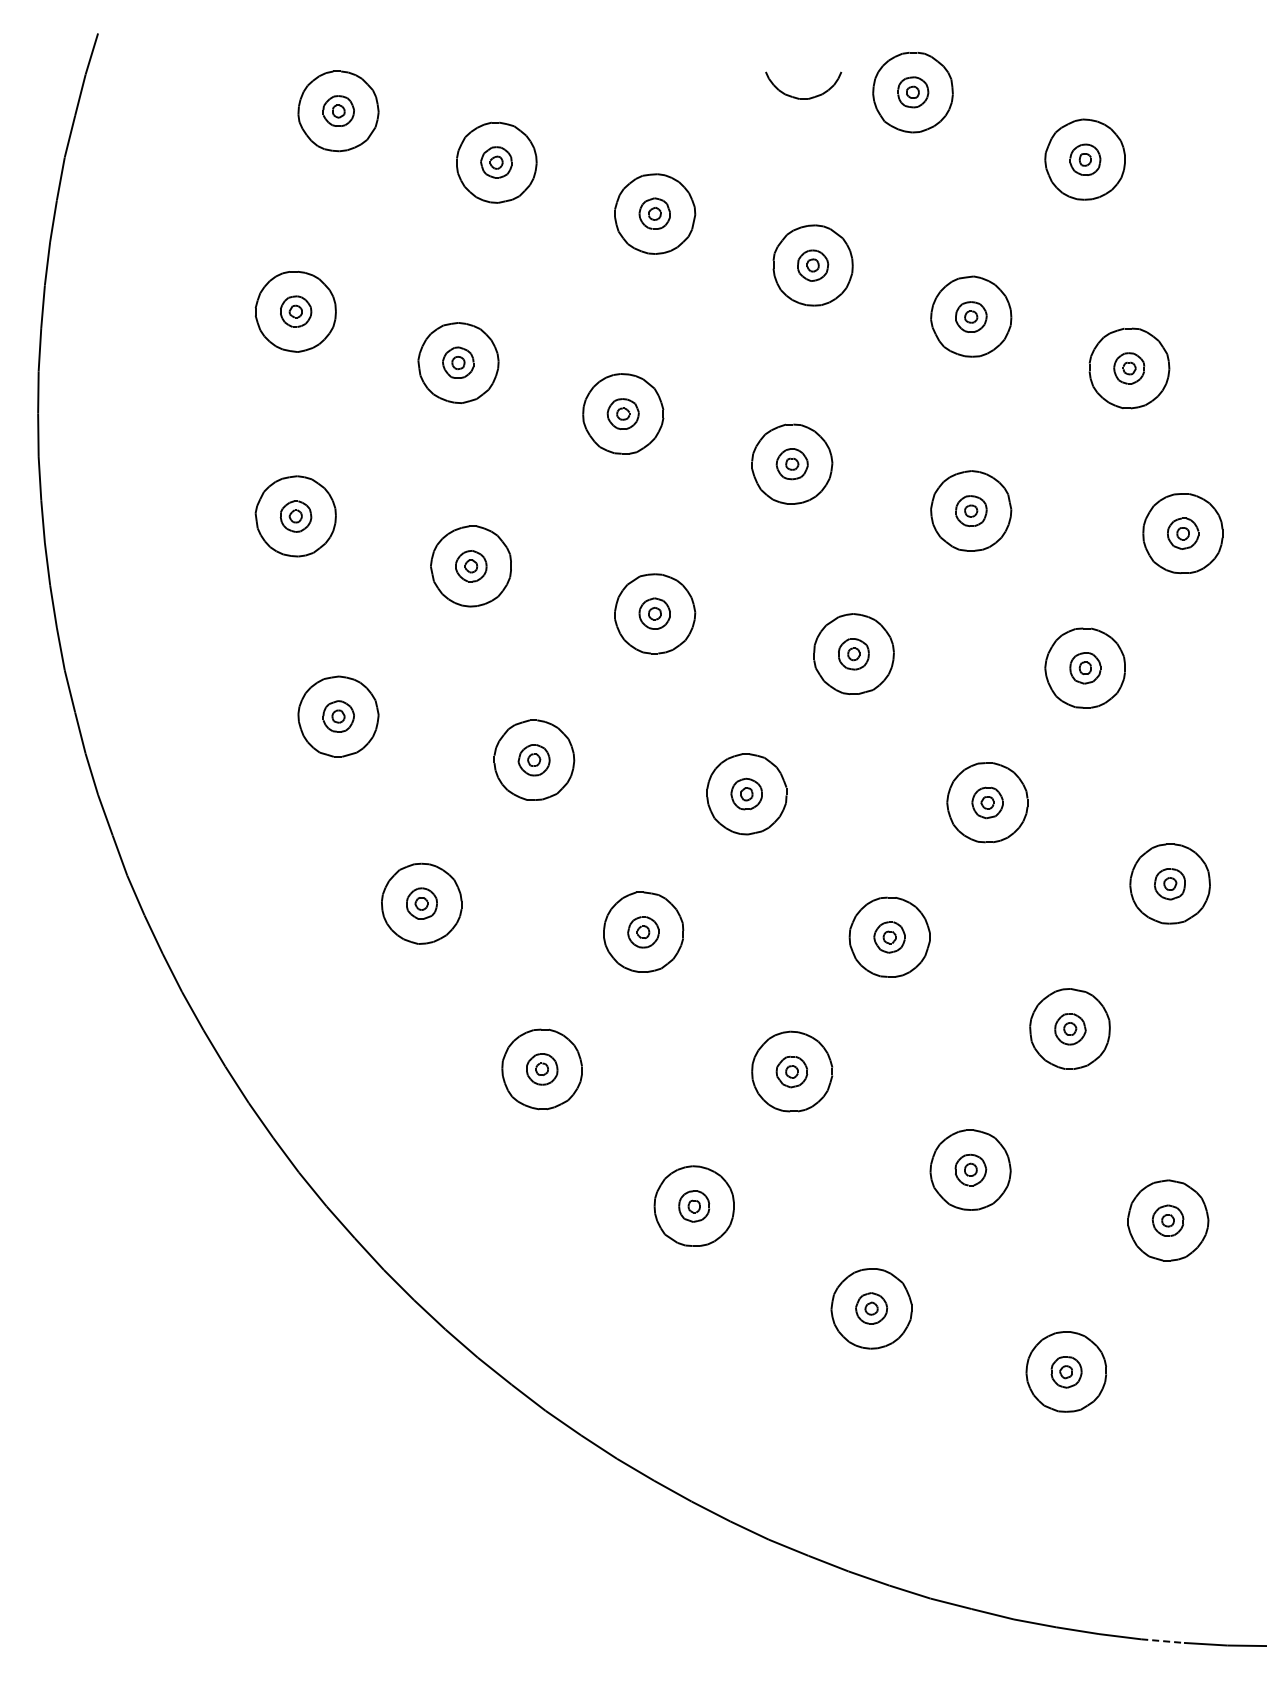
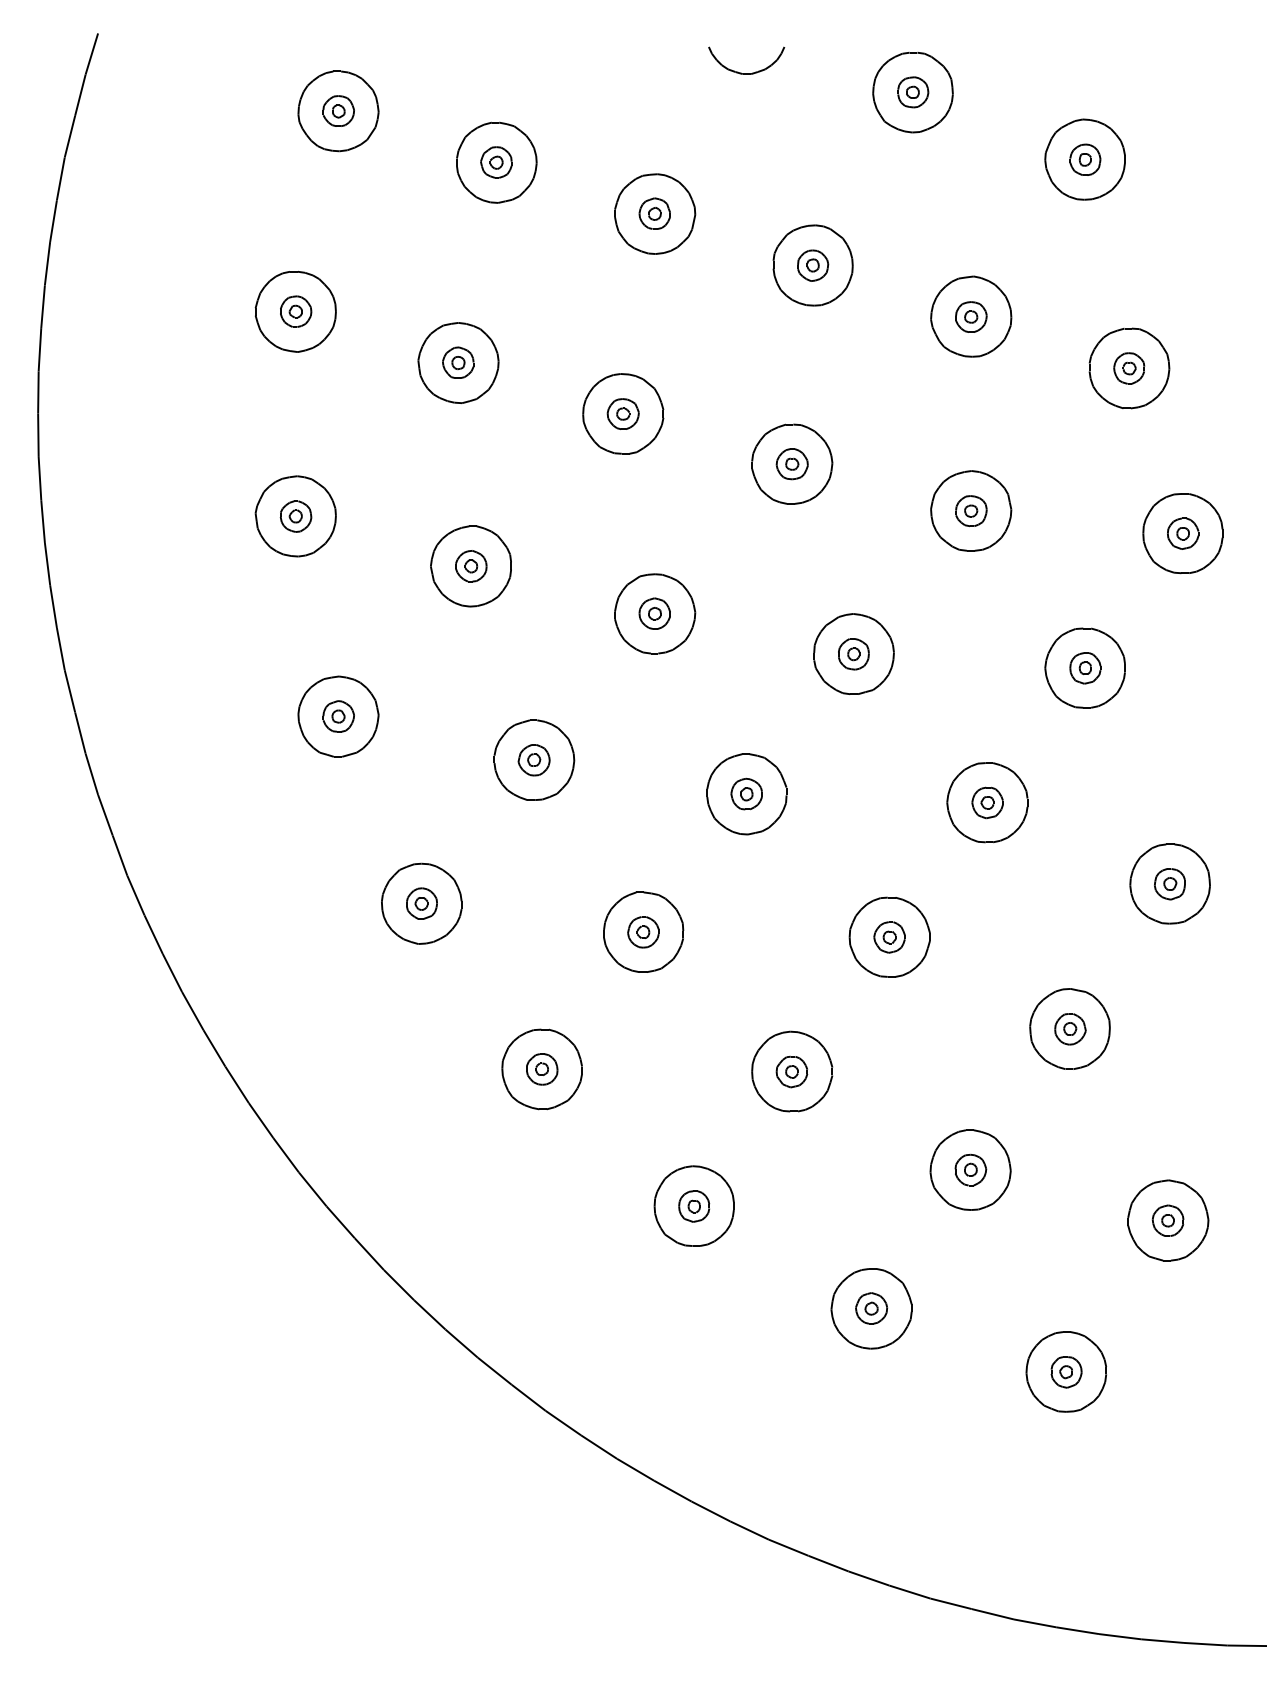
part at (798, 97) position: (798, 97) -> (741, 72)
line at (1163, 1641): dashed -> solid
